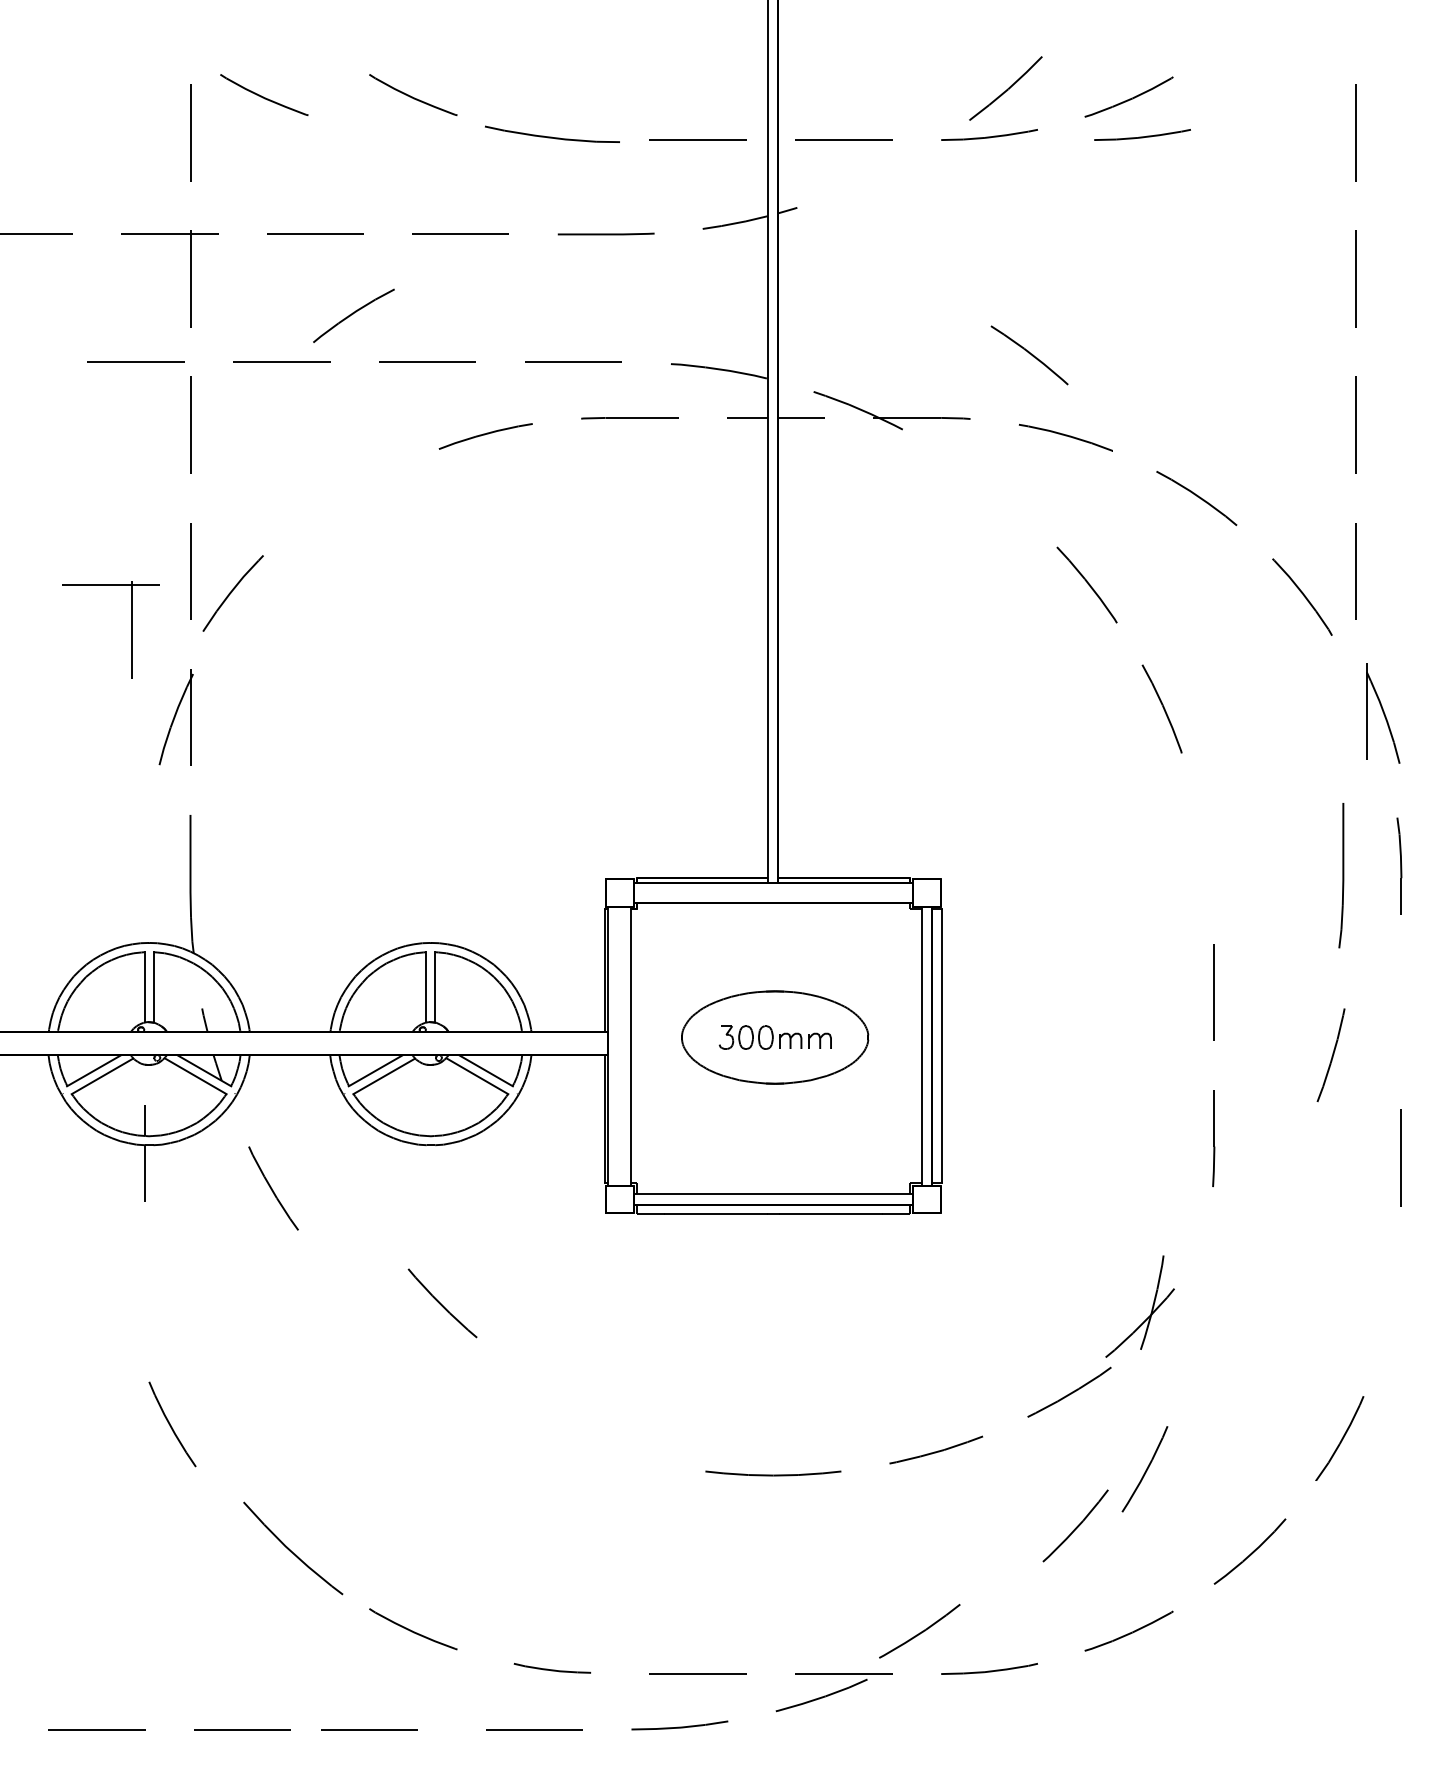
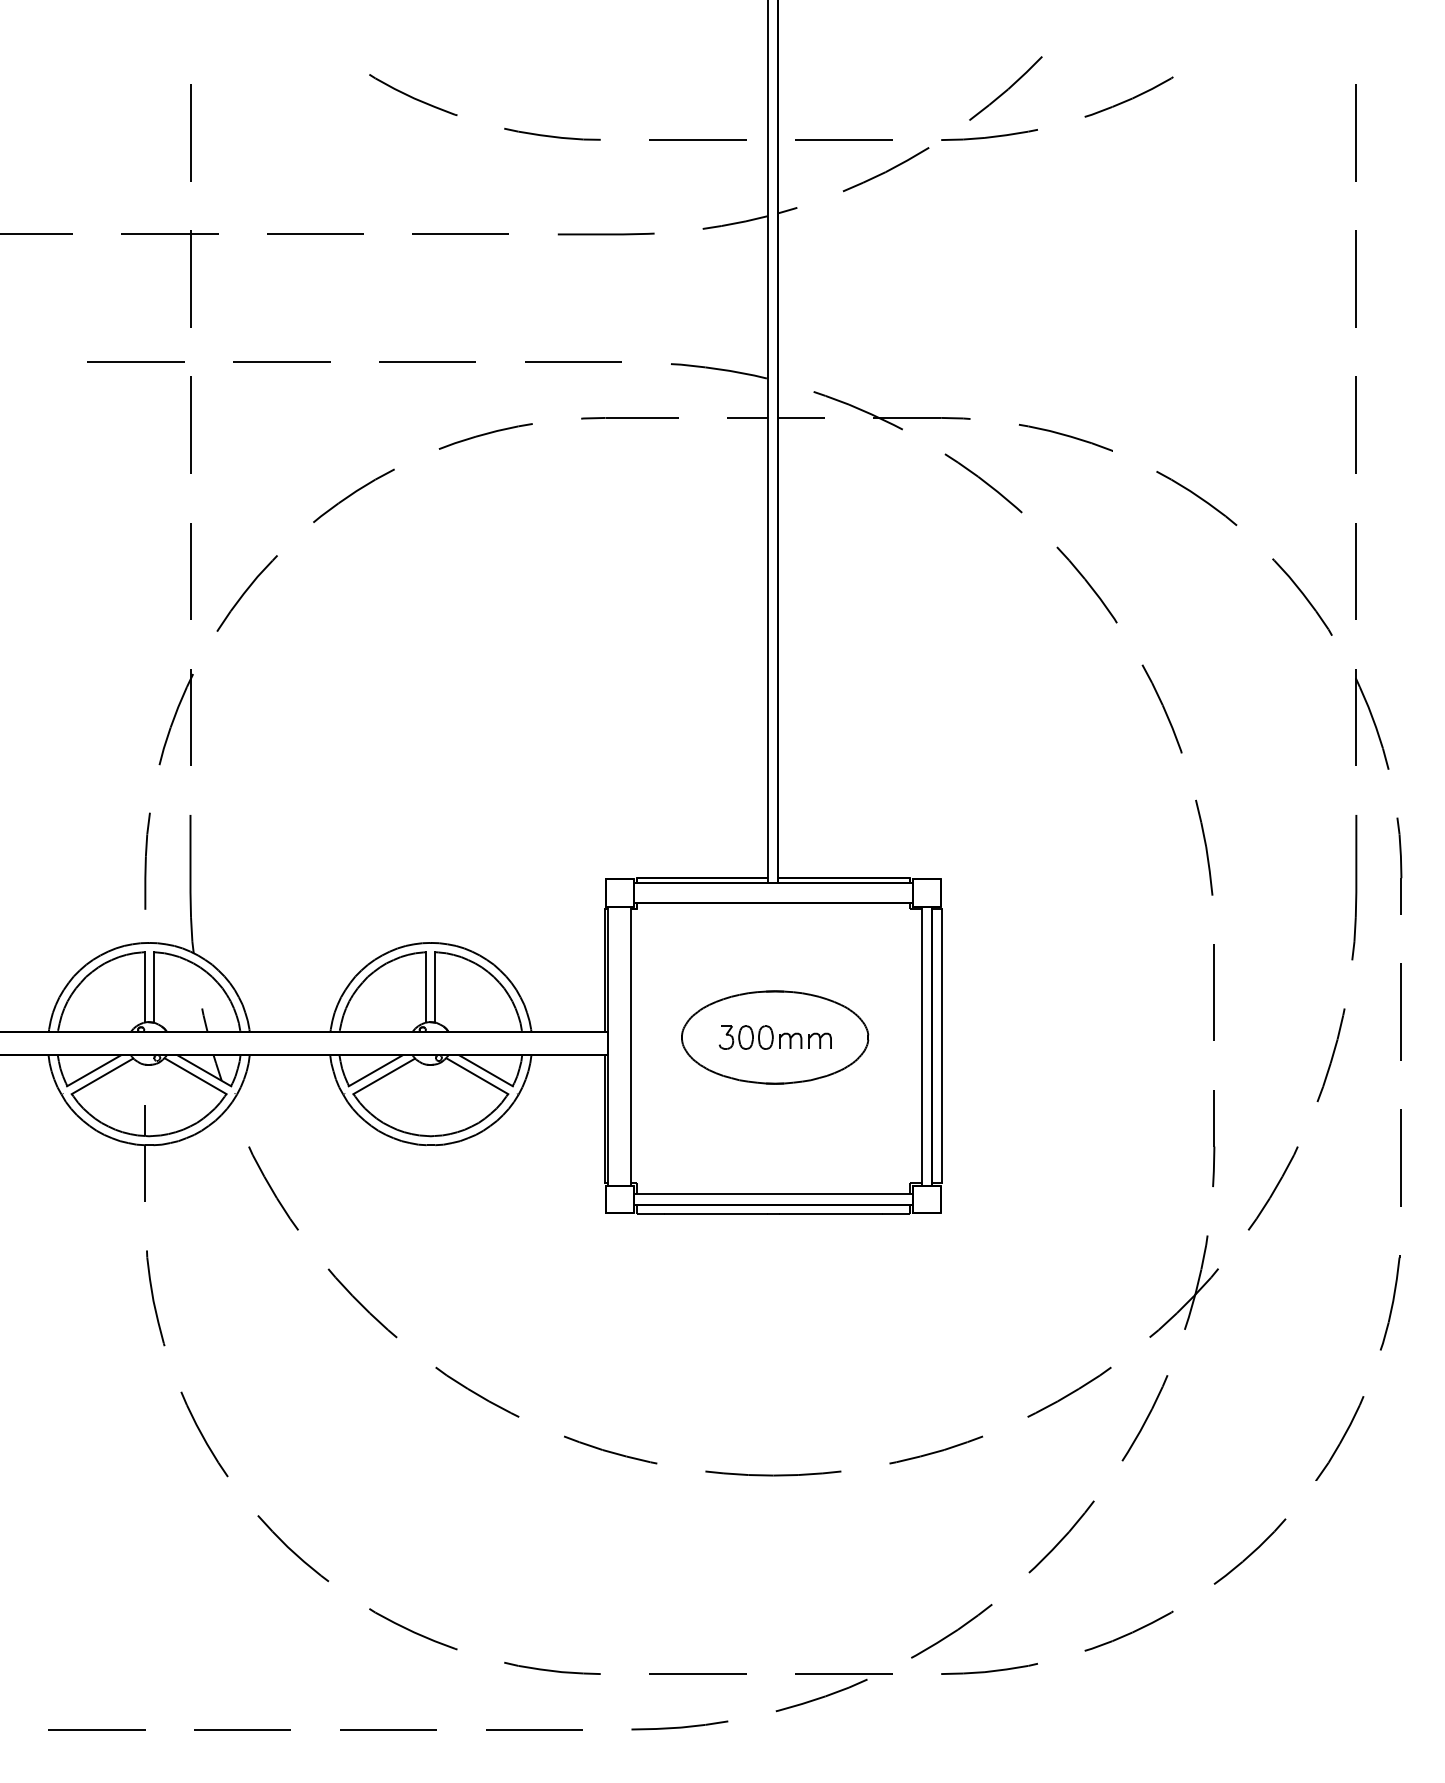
part at (264, 94): present -> none
part at (552, 133) size: 135x18 px -> 97x14 px
part at (1142, 134): present -> none
part at (885, 169): none -> present
part at (353, 315) position: (353, 315) -> (353, 495)
part at (1029, 355) position: (1029, 355) -> (983, 483)
part at (232, 593) position: (232, 593) -> (246, 593)
part at (131, 629): present -> none
part at (1383, 713) position: (1383, 713) -> (1372, 719)
part at (1204, 847): none -> present
part at (147, 860): none -> present
part at (1341, 875) position: (1341, 875) -> (1354, 887)
line at (1400, 1011): none -> present
part at (1272, 1188): none -> present
part at (155, 1298): none -> present
part at (1389, 1302): none -> present
part at (442, 1303) position: (442, 1303) -> (362, 1303)
part at (1151, 1308) position: (1151, 1308) -> (1195, 1288)
part at (477, 1391): none -> present
part at (172, 1424) position: (172, 1424) -> (204, 1434)
part at (610, 1449): none -> present
part at (1144, 1469) position: (1144, 1469) -> (1144, 1418)
part at (1075, 1525) position: (1075, 1525) -> (1061, 1536)
part at (293, 1548) size: 101x95 px -> 73x68 px
part at (919, 1631) position: (919, 1631) -> (951, 1631)
part at (552, 1668) size: 79x11 px -> 97x14 px
line at (369, 1729) position: (369, 1729) -> (388, 1729)
